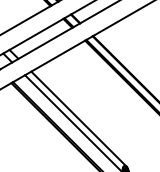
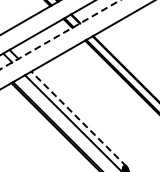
line at (59, 35): solid -> dashed
line at (78, 118): solid -> dashed
